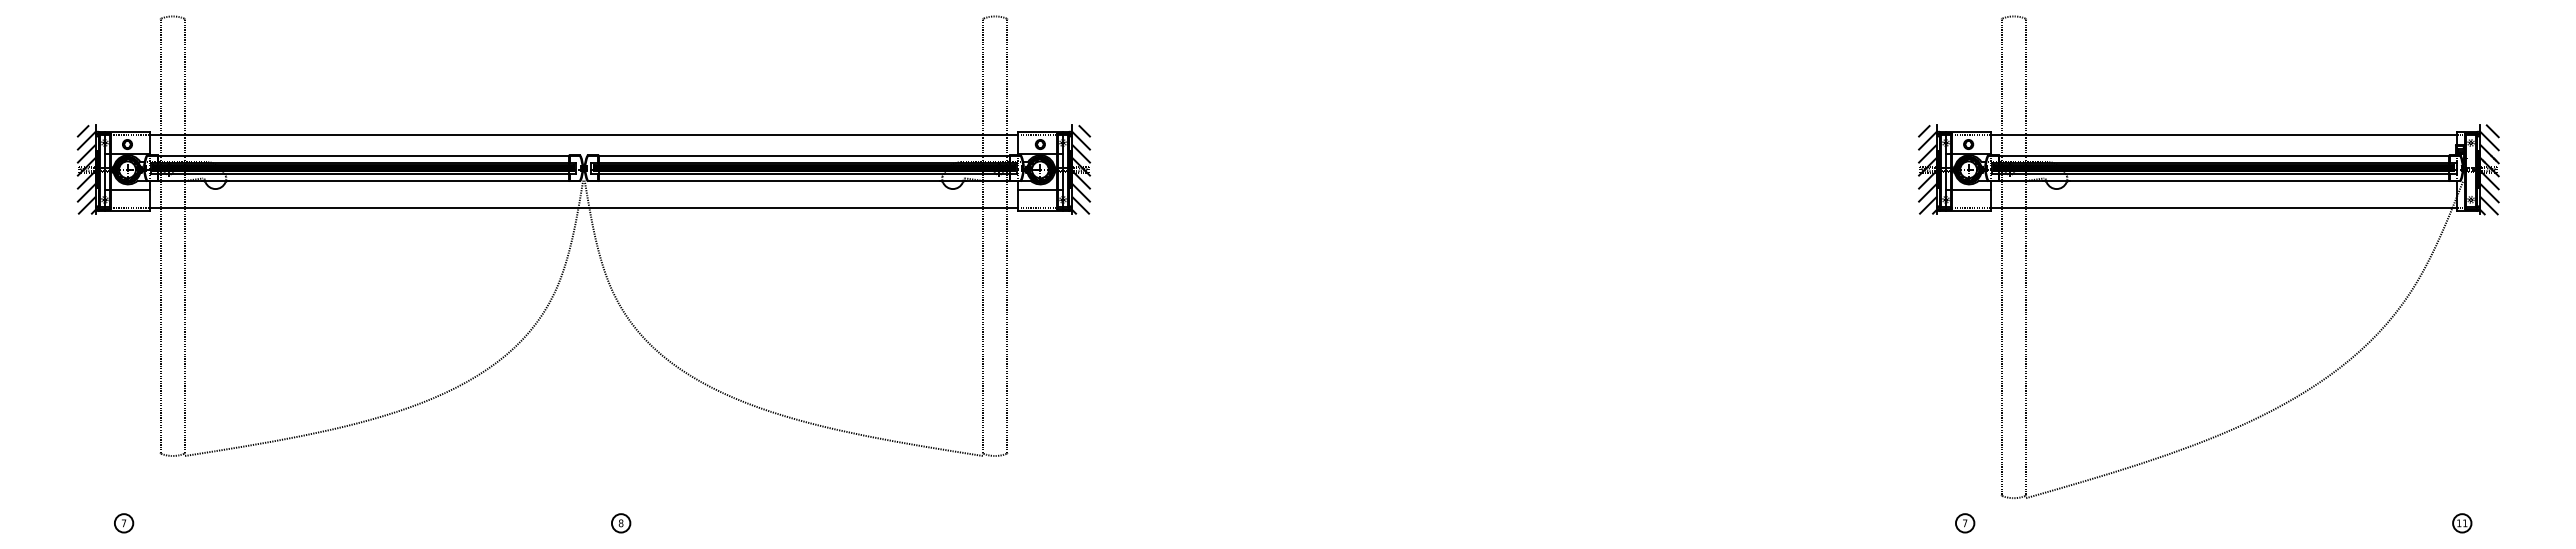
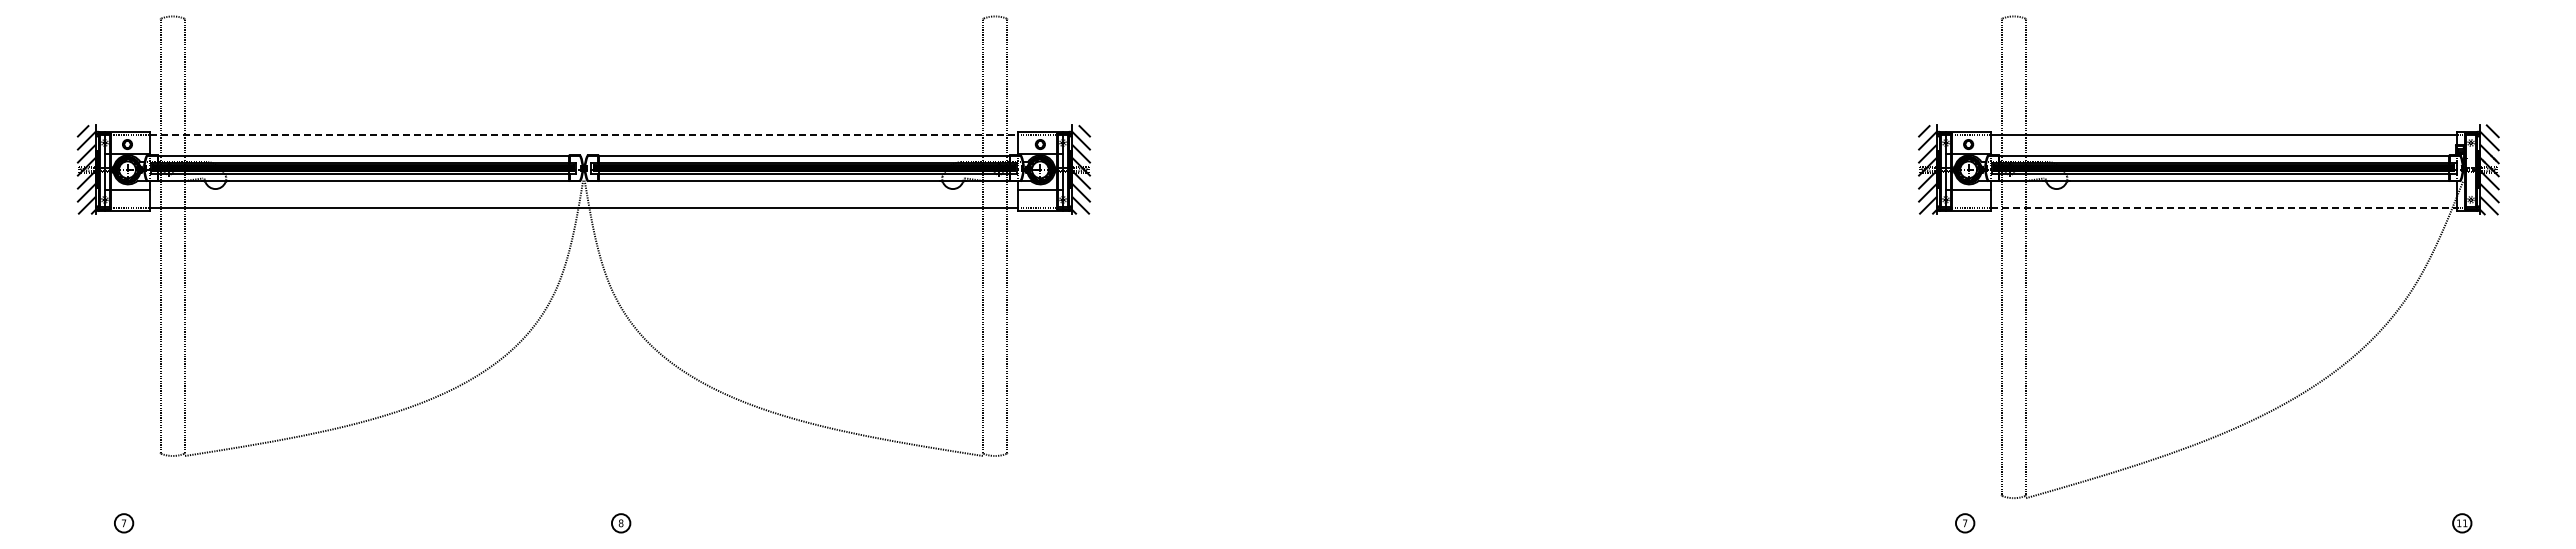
line at (584, 134): solid -> dashed
line at (2224, 208): solid -> dashed
